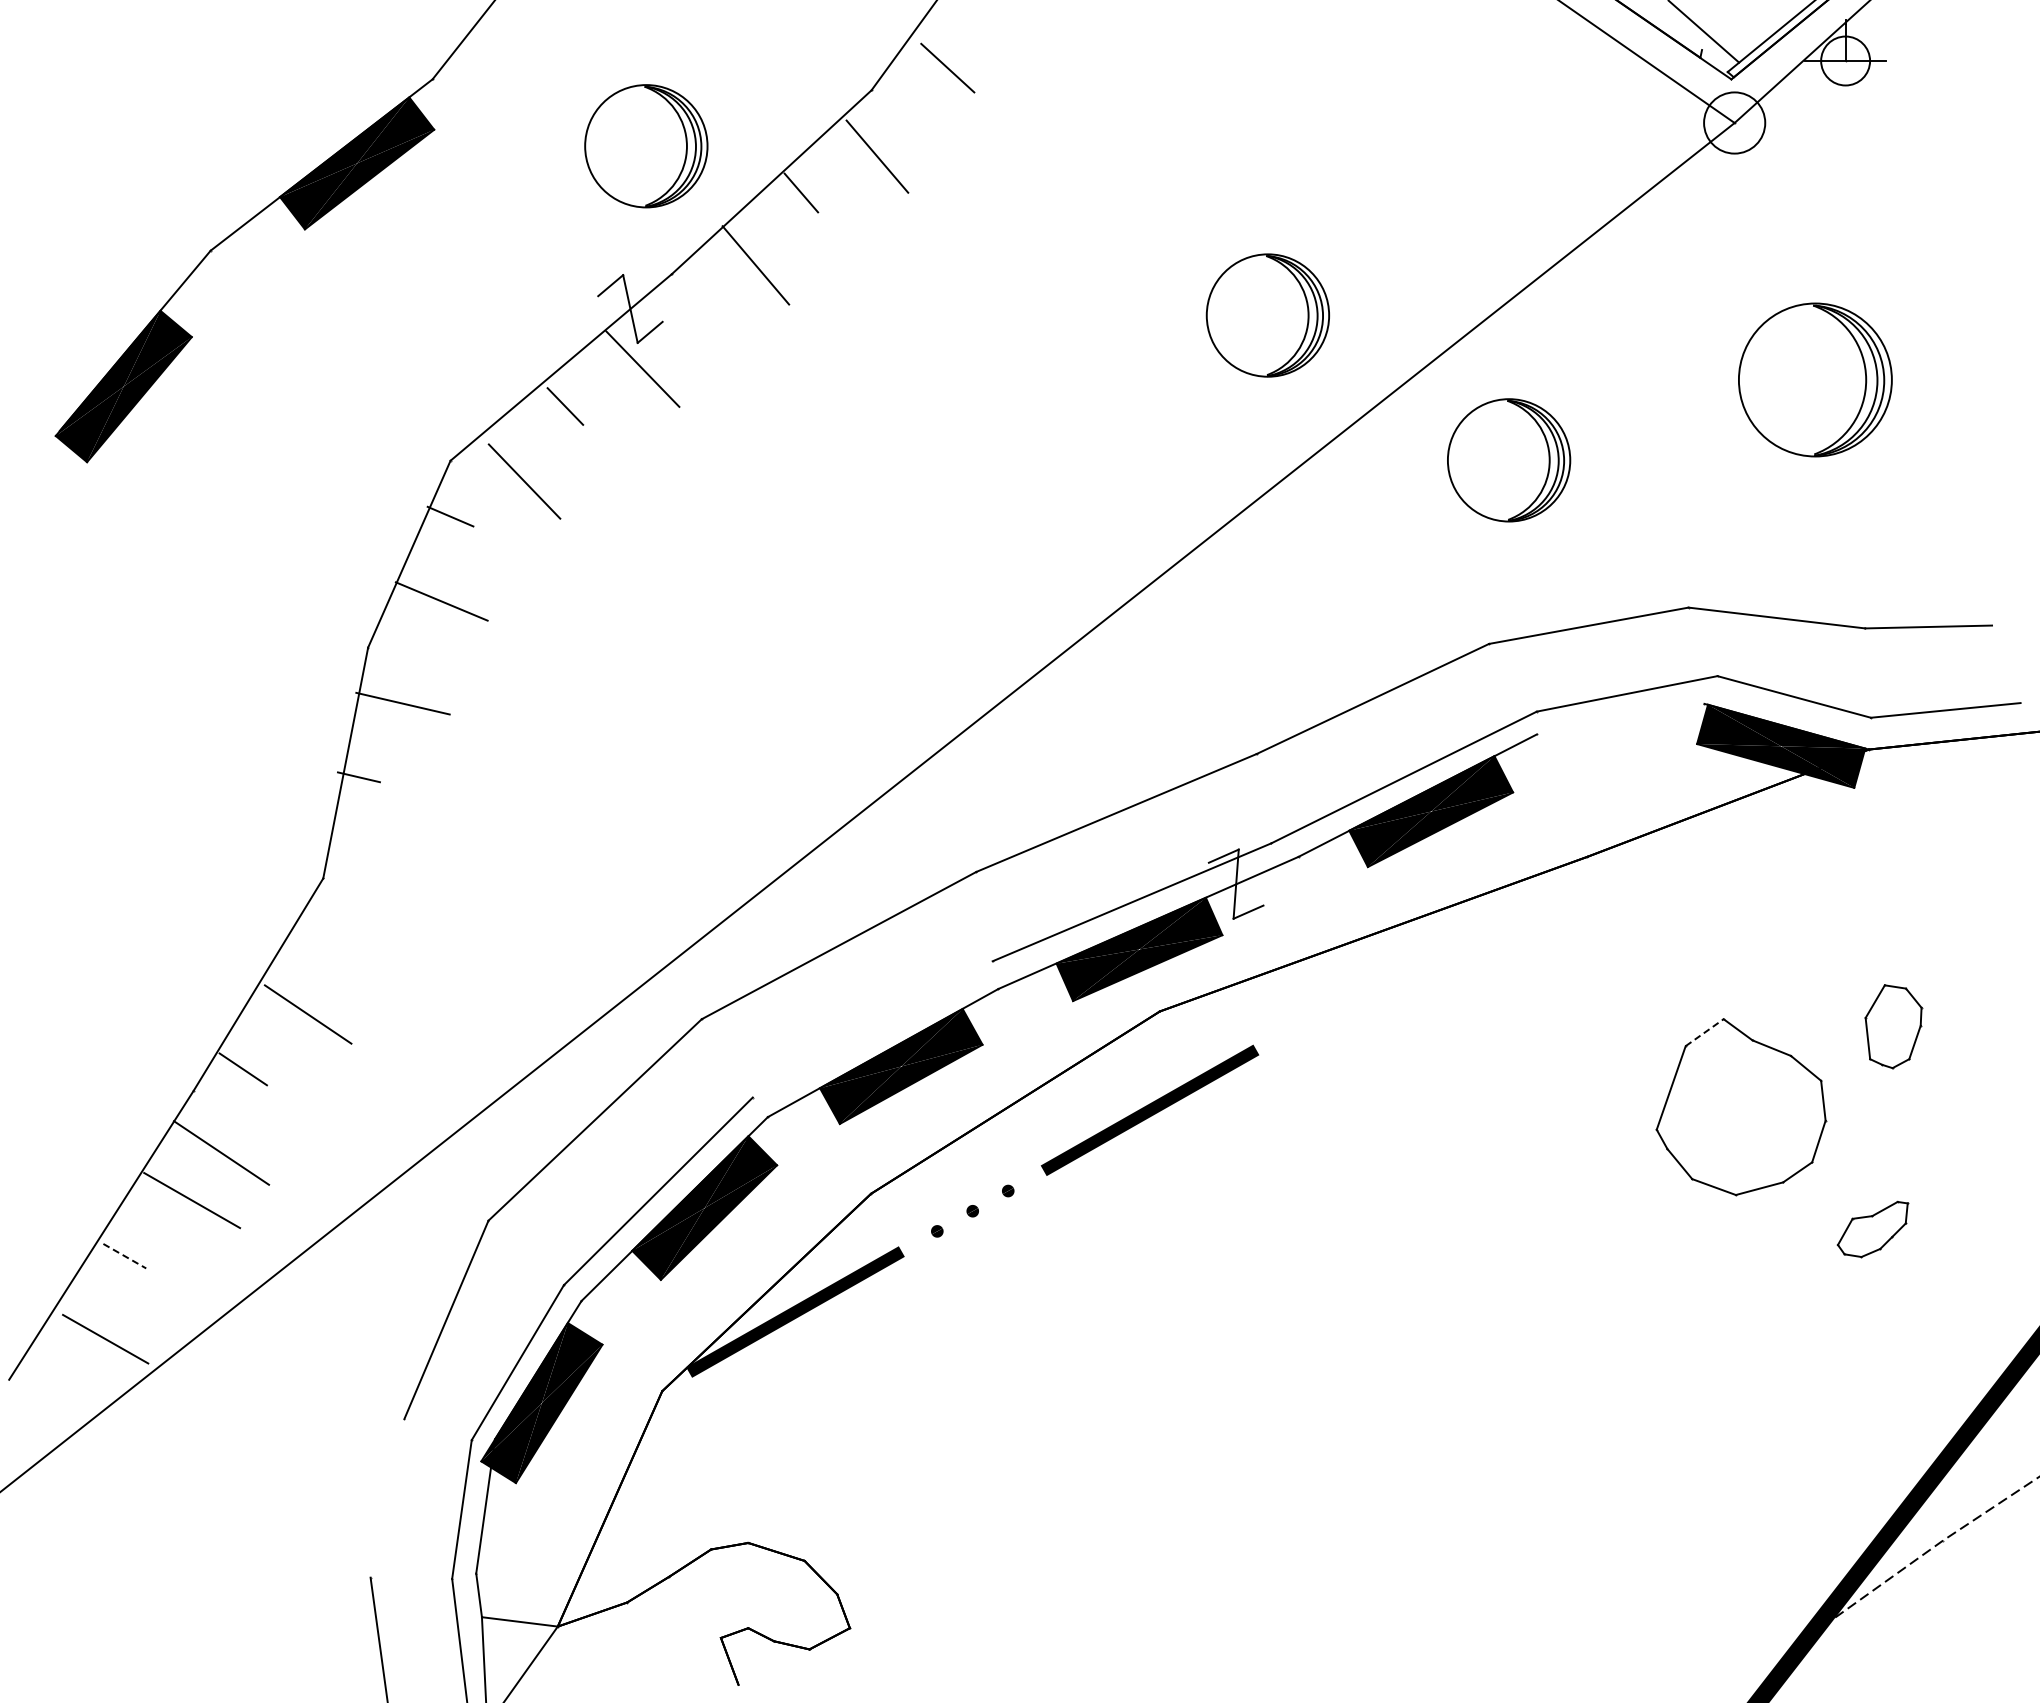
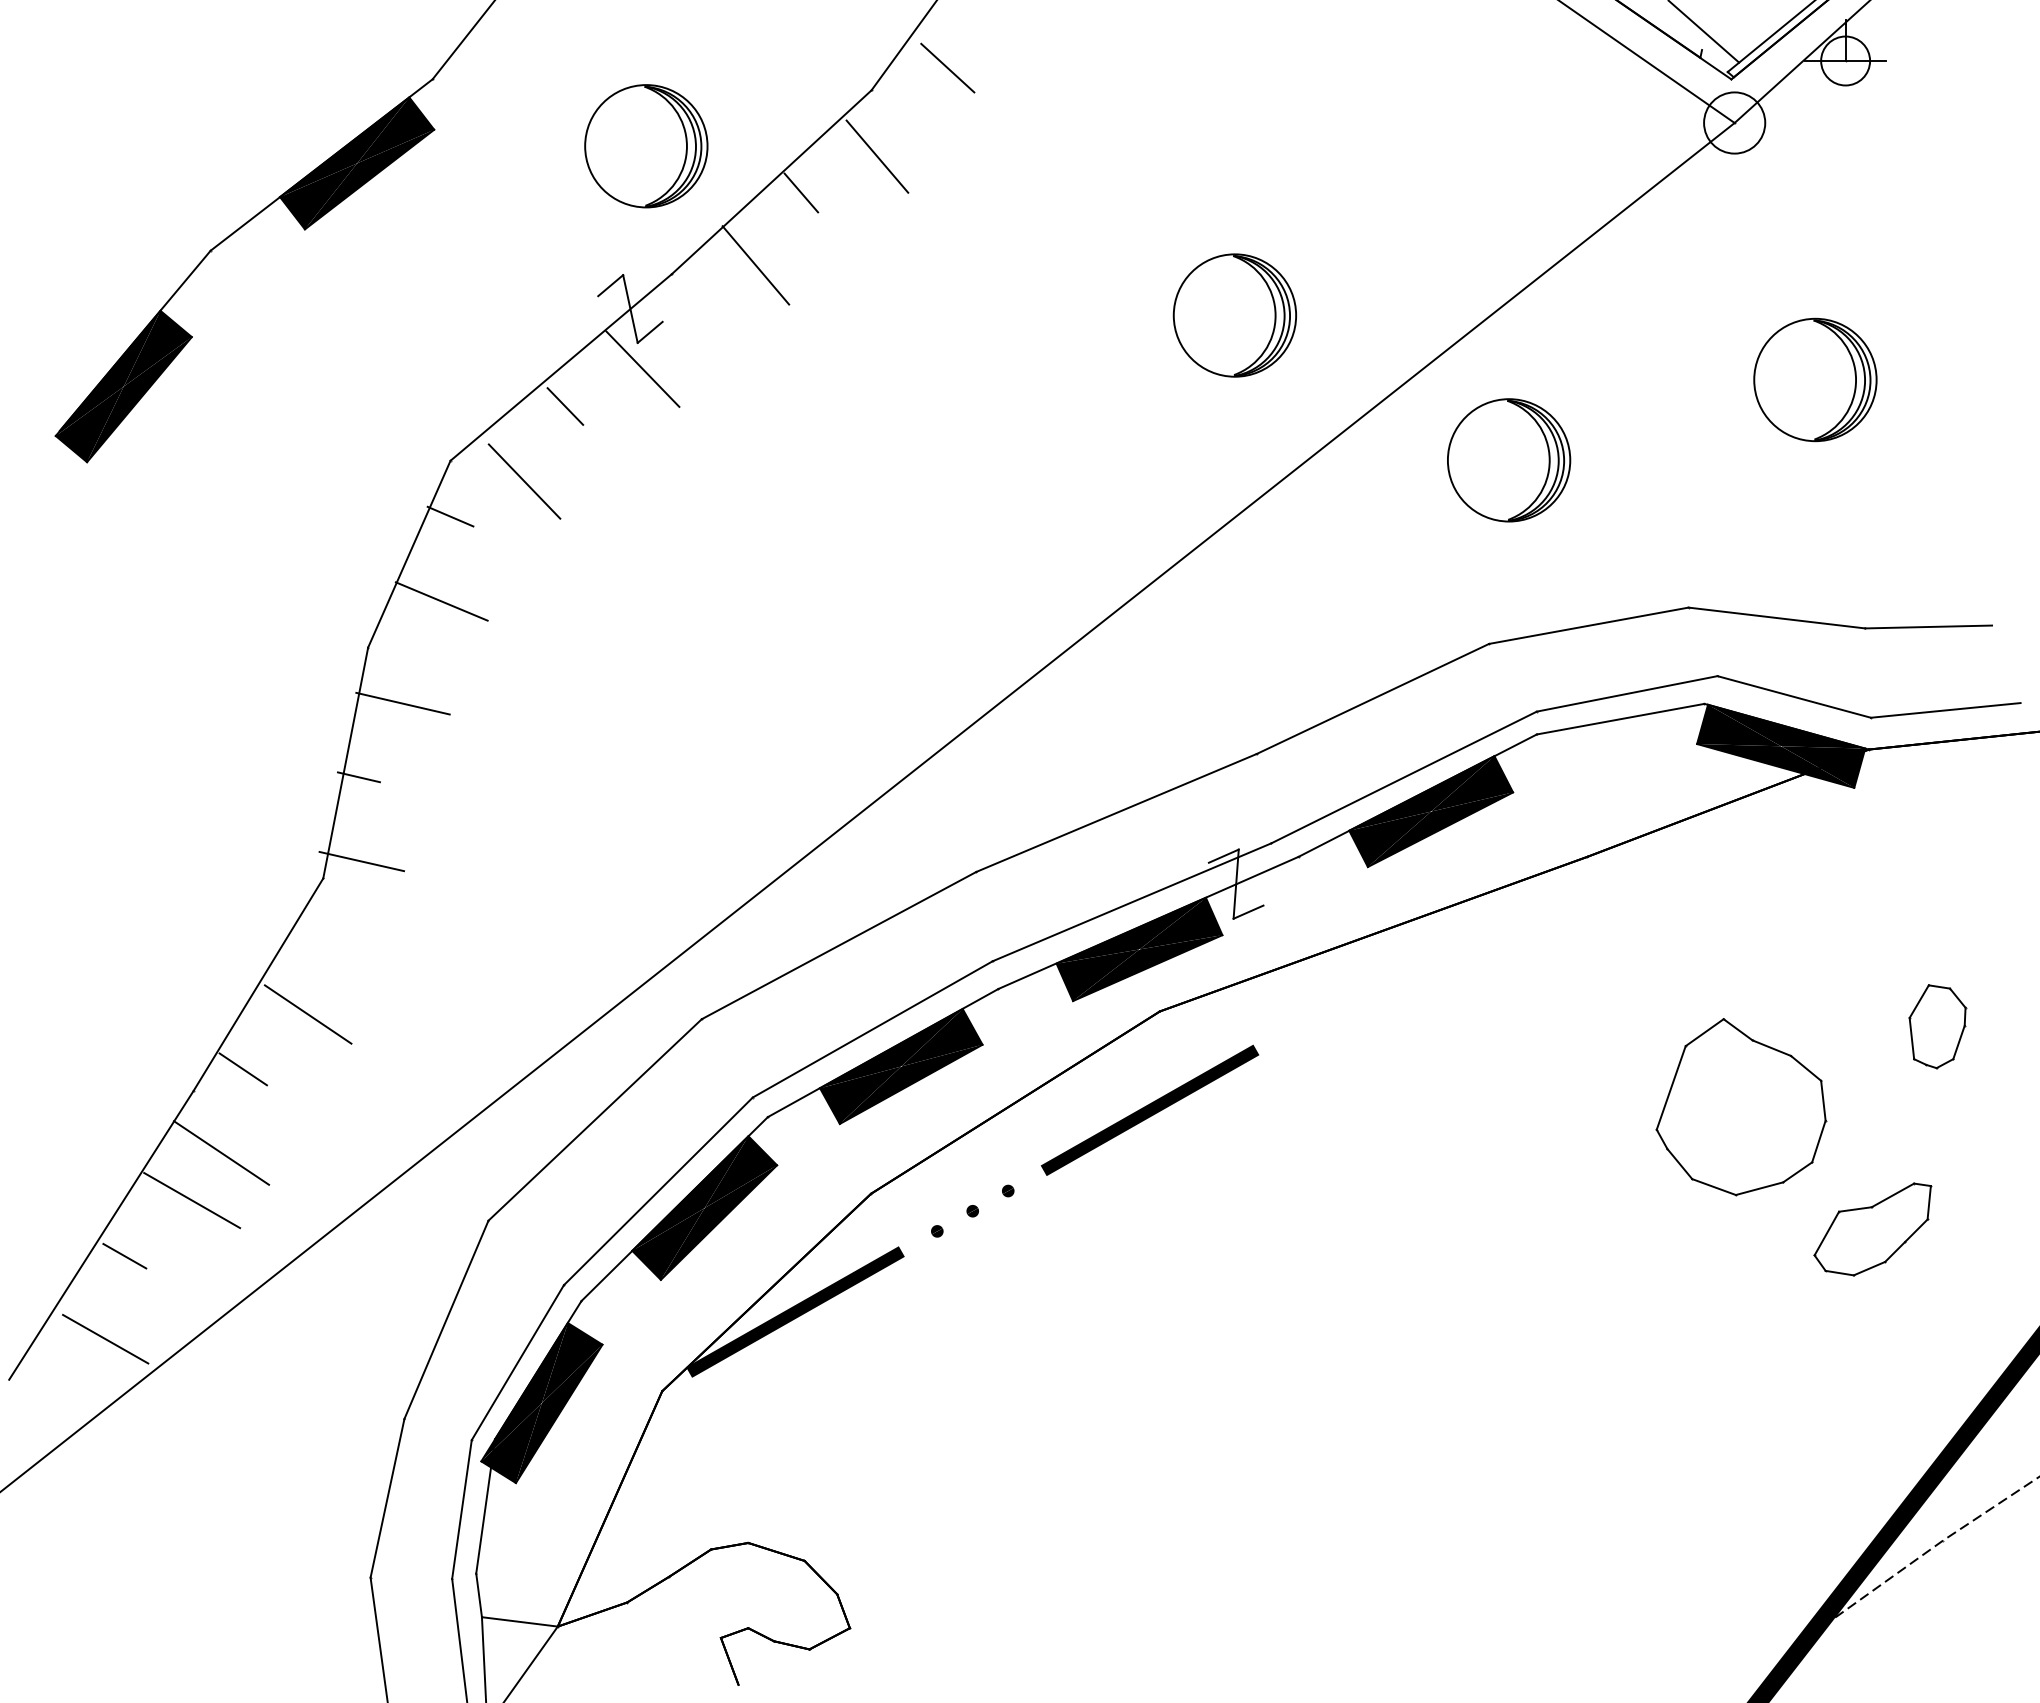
part at (1267, 315) position: (1267, 315) -> (1234, 315)
part at (1815, 379) size: 155x156 px -> 125x126 px
line at (1620, 718): none -> present
line at (361, 861): none -> present
part at (1893, 1026) position: (1893, 1026) -> (1937, 1026)
line at (872, 1029): none -> present
line at (1705, 1032): dashed -> solid
part at (1872, 1229) size: 74x59 px -> 120x95 px
line at (124, 1256): dashed -> solid
line at (387, 1497): none -> present
